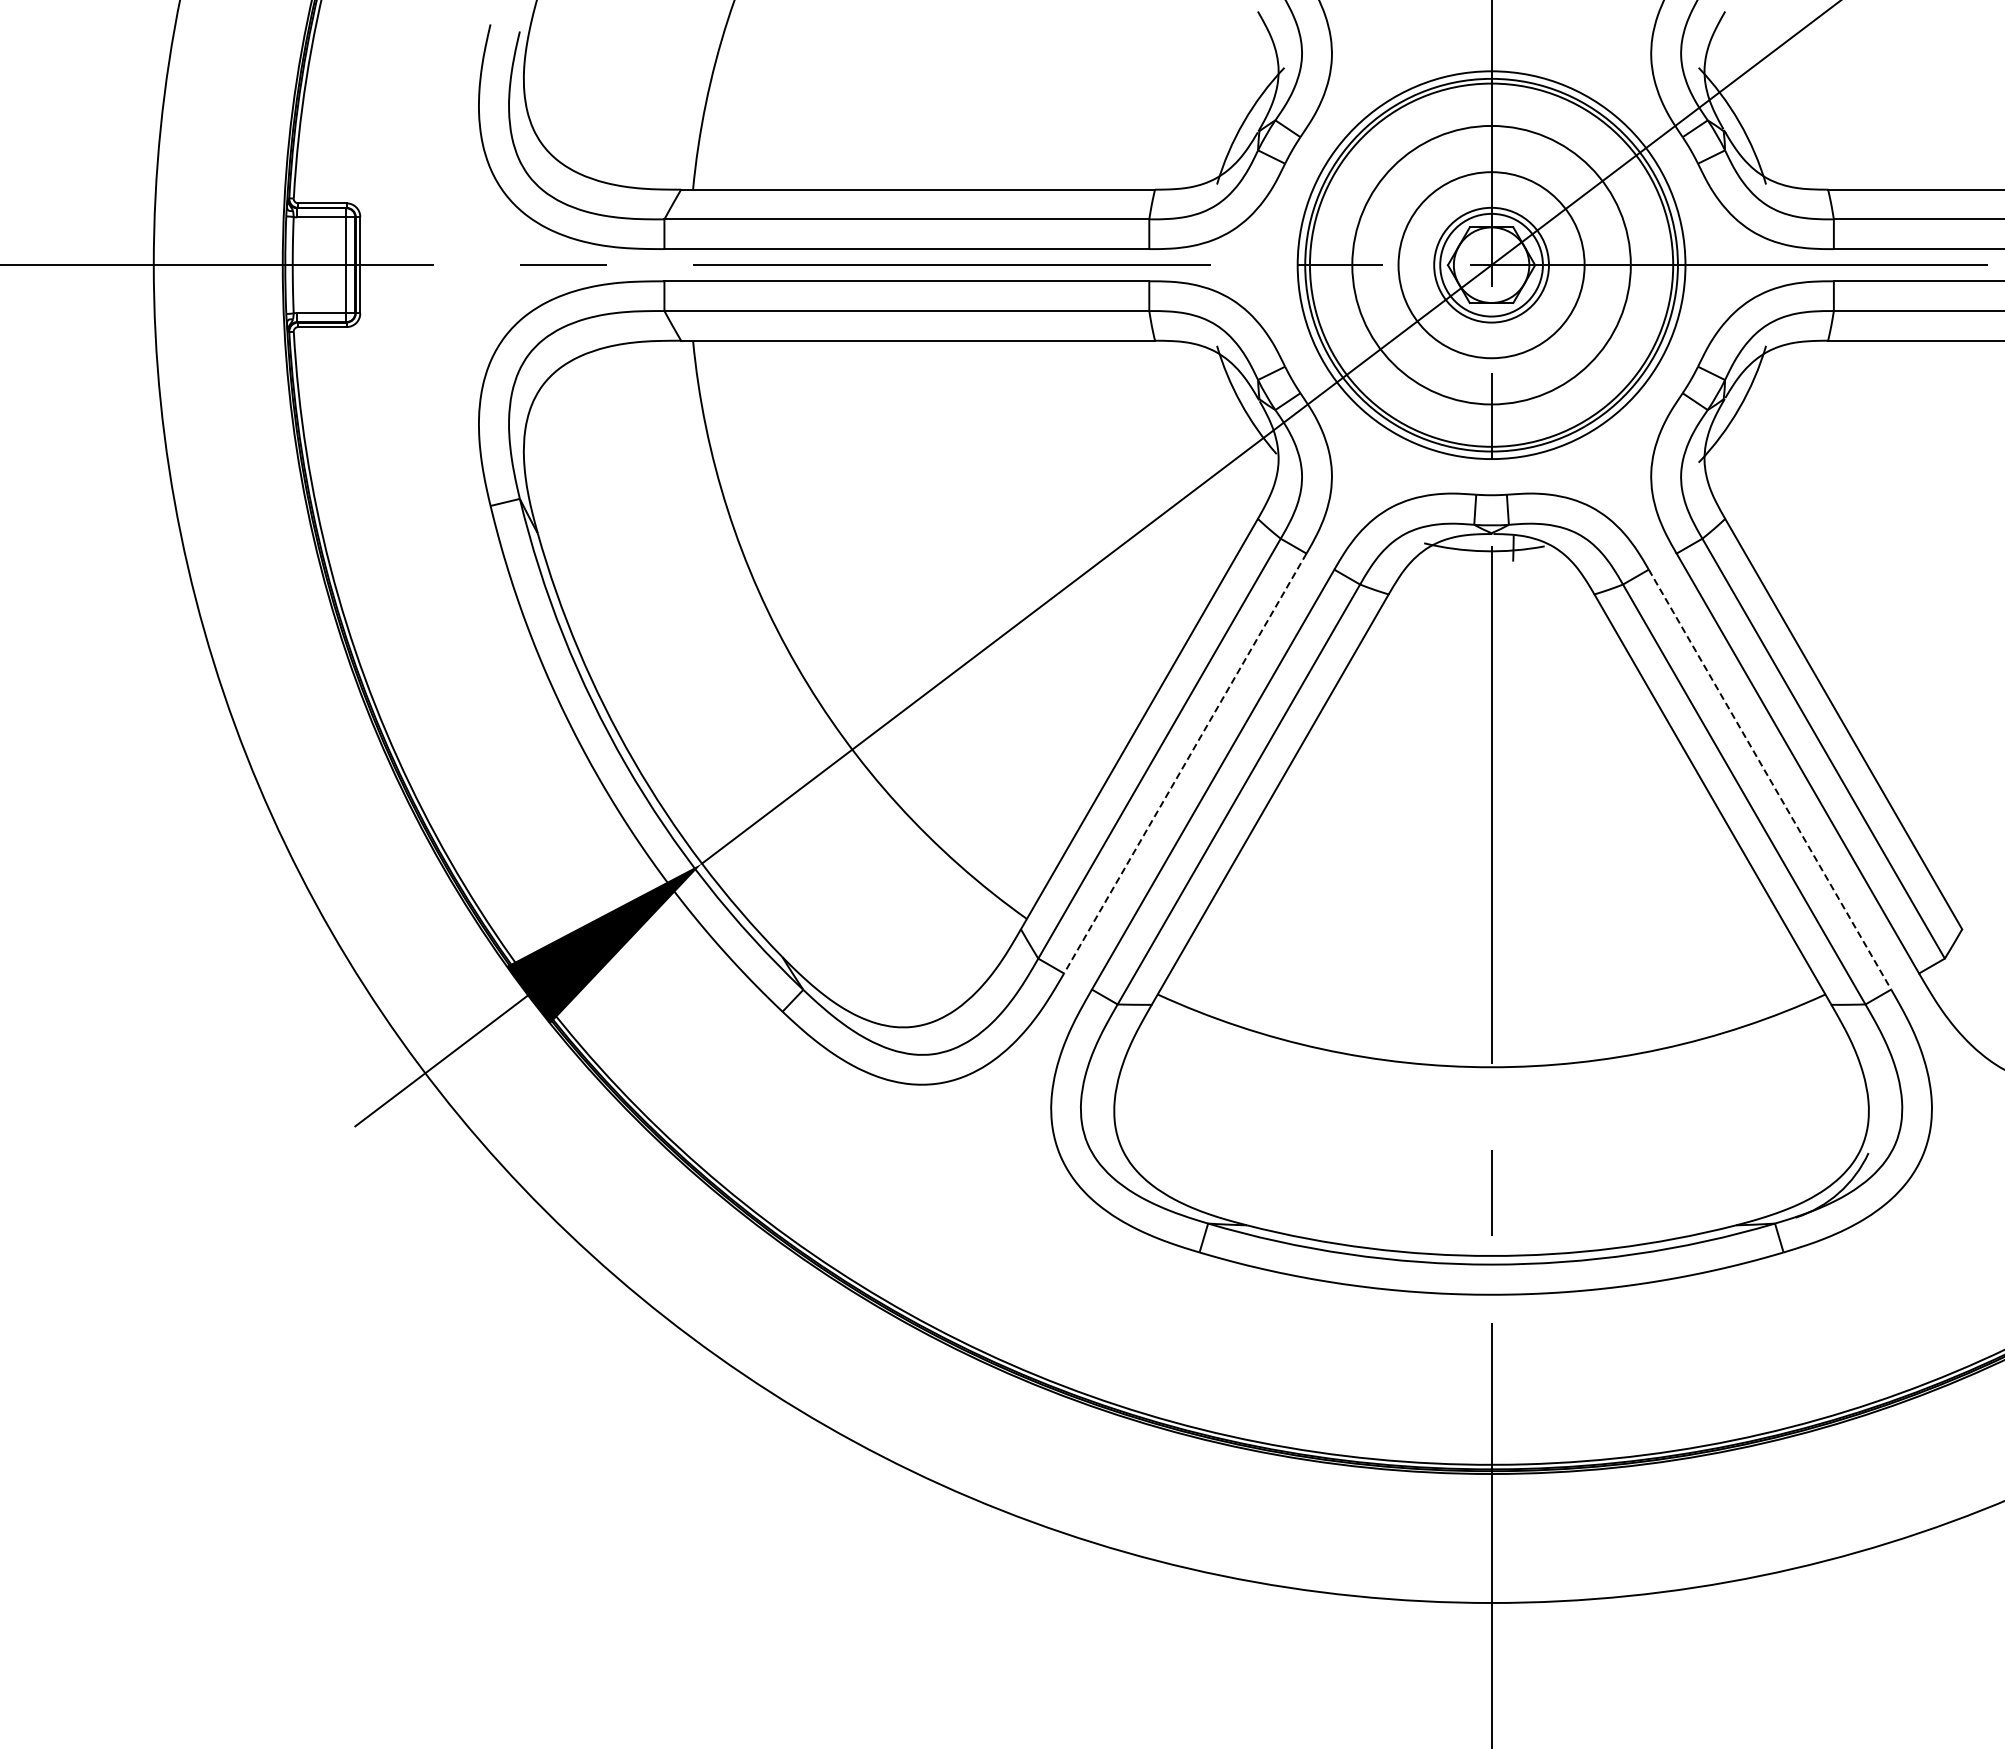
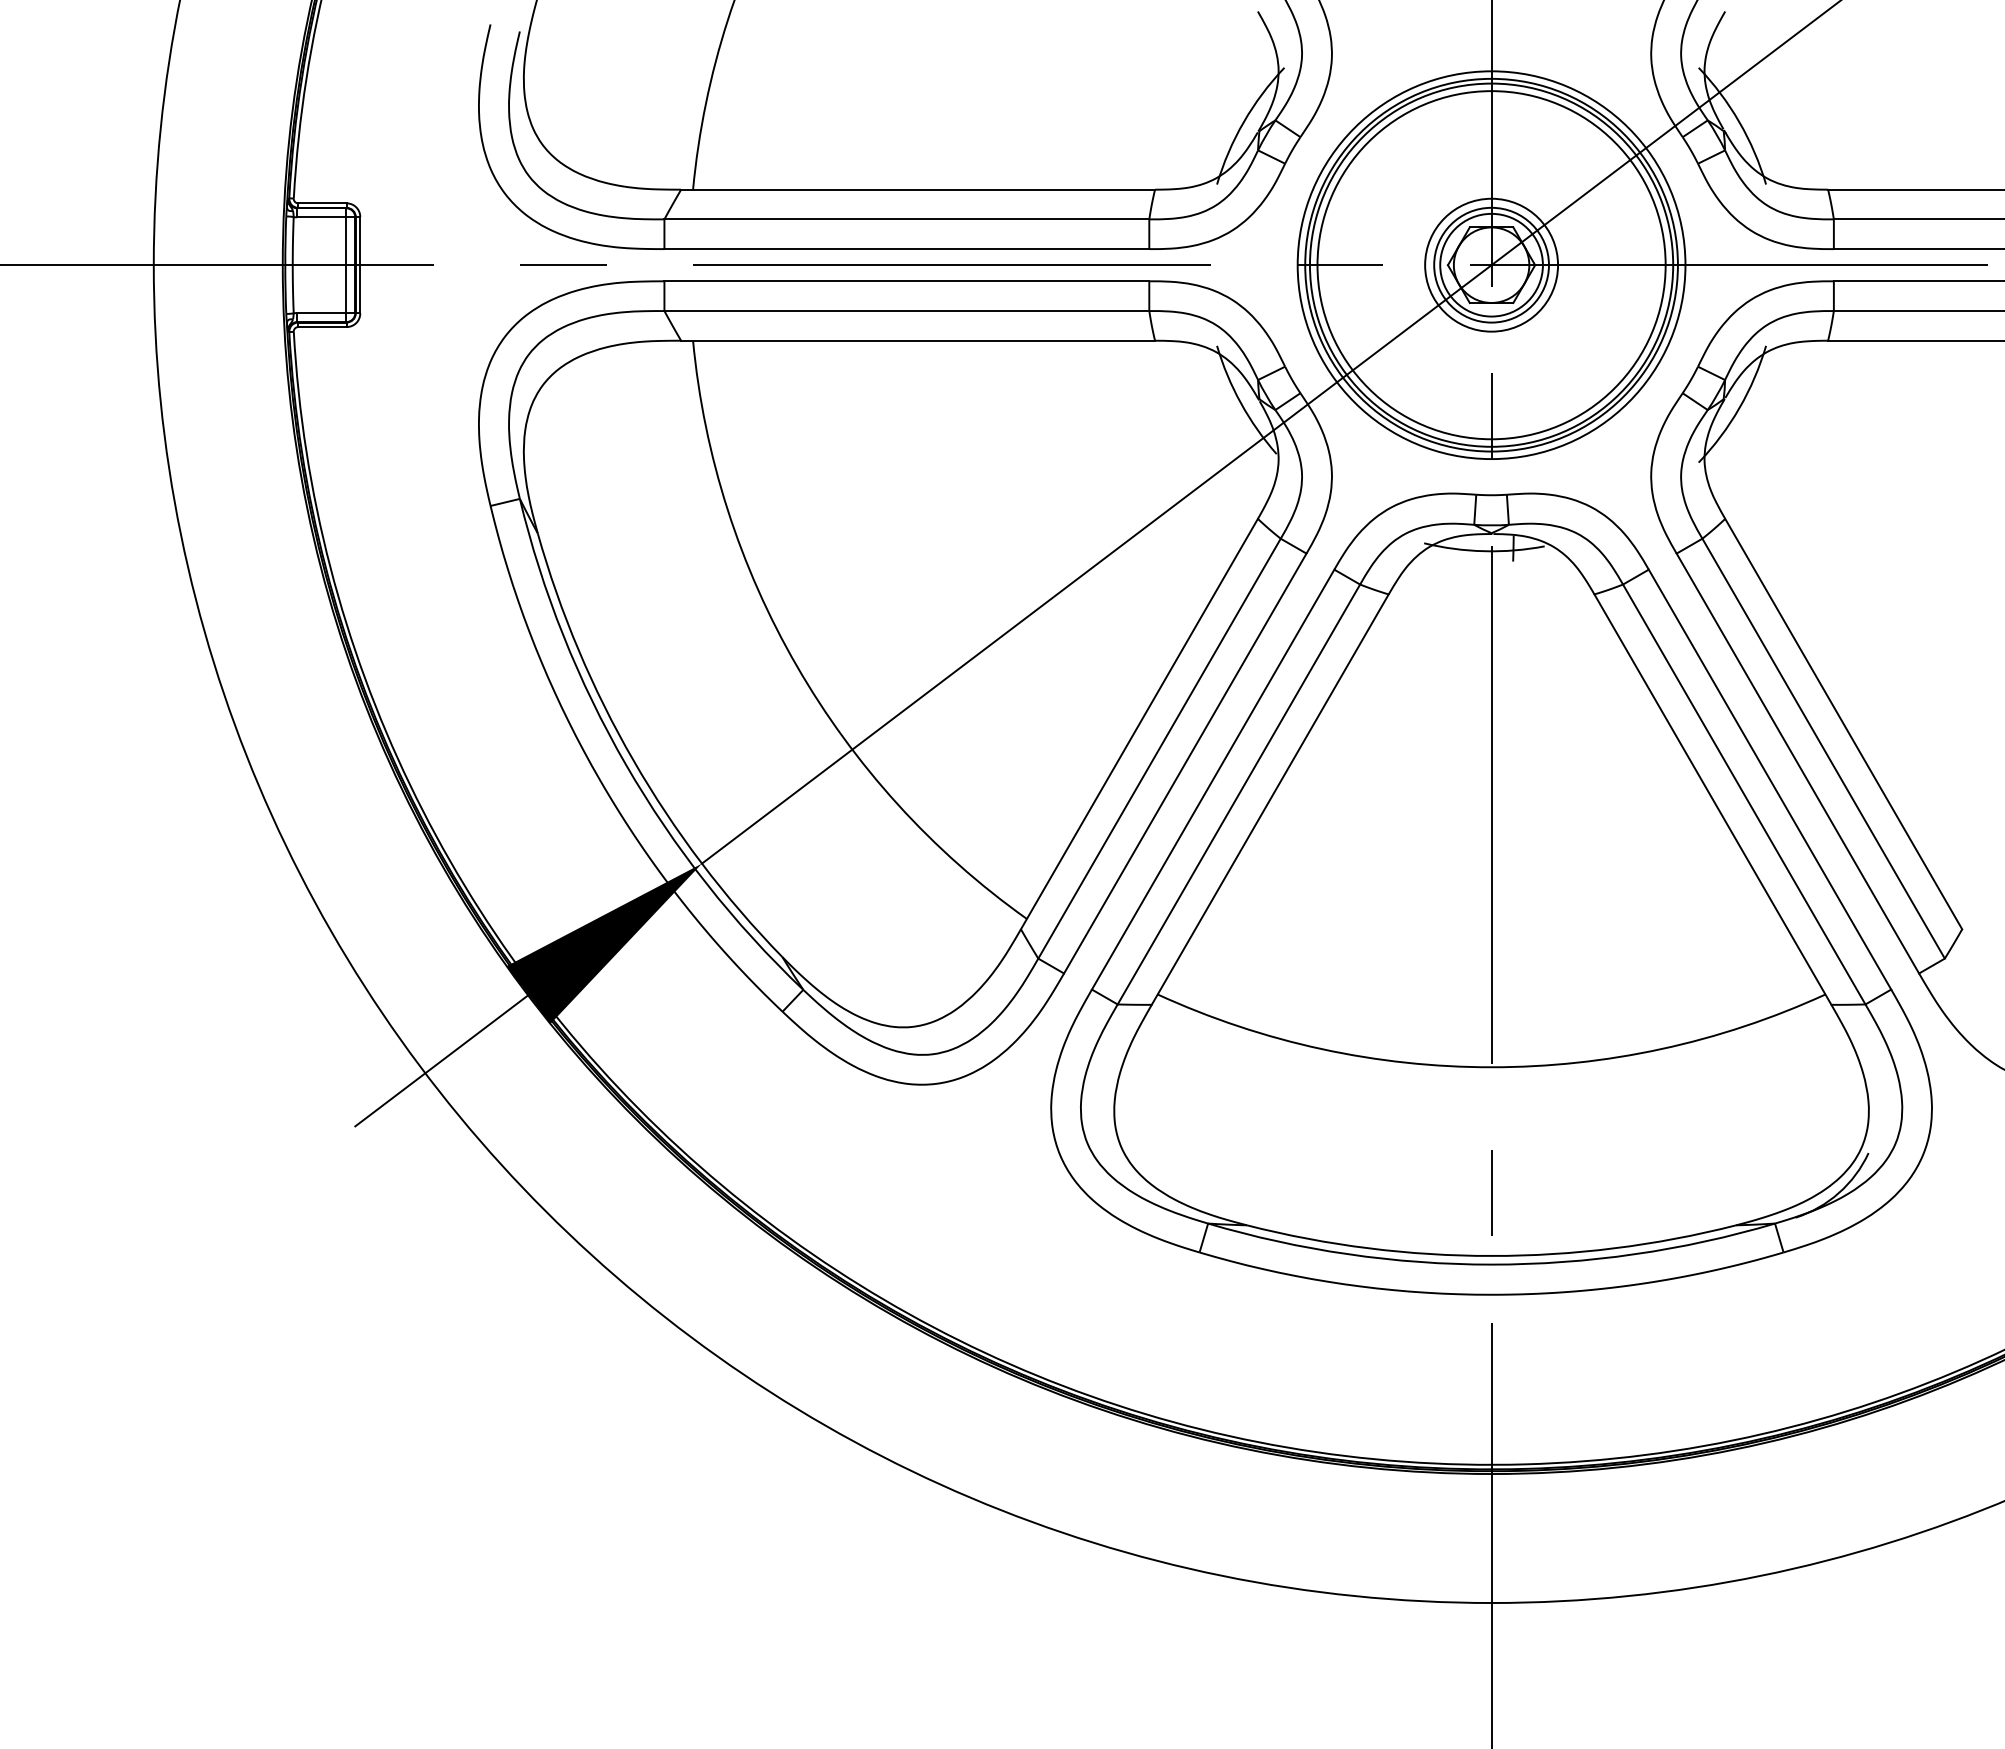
circle at (1491, 264) diameter: 279 px -> 348 px
circle at (1491, 265) diameter: 186 px -> 133 px
line at (1185, 763): dashed -> solid
line at (1770, 780): dashed -> solid
